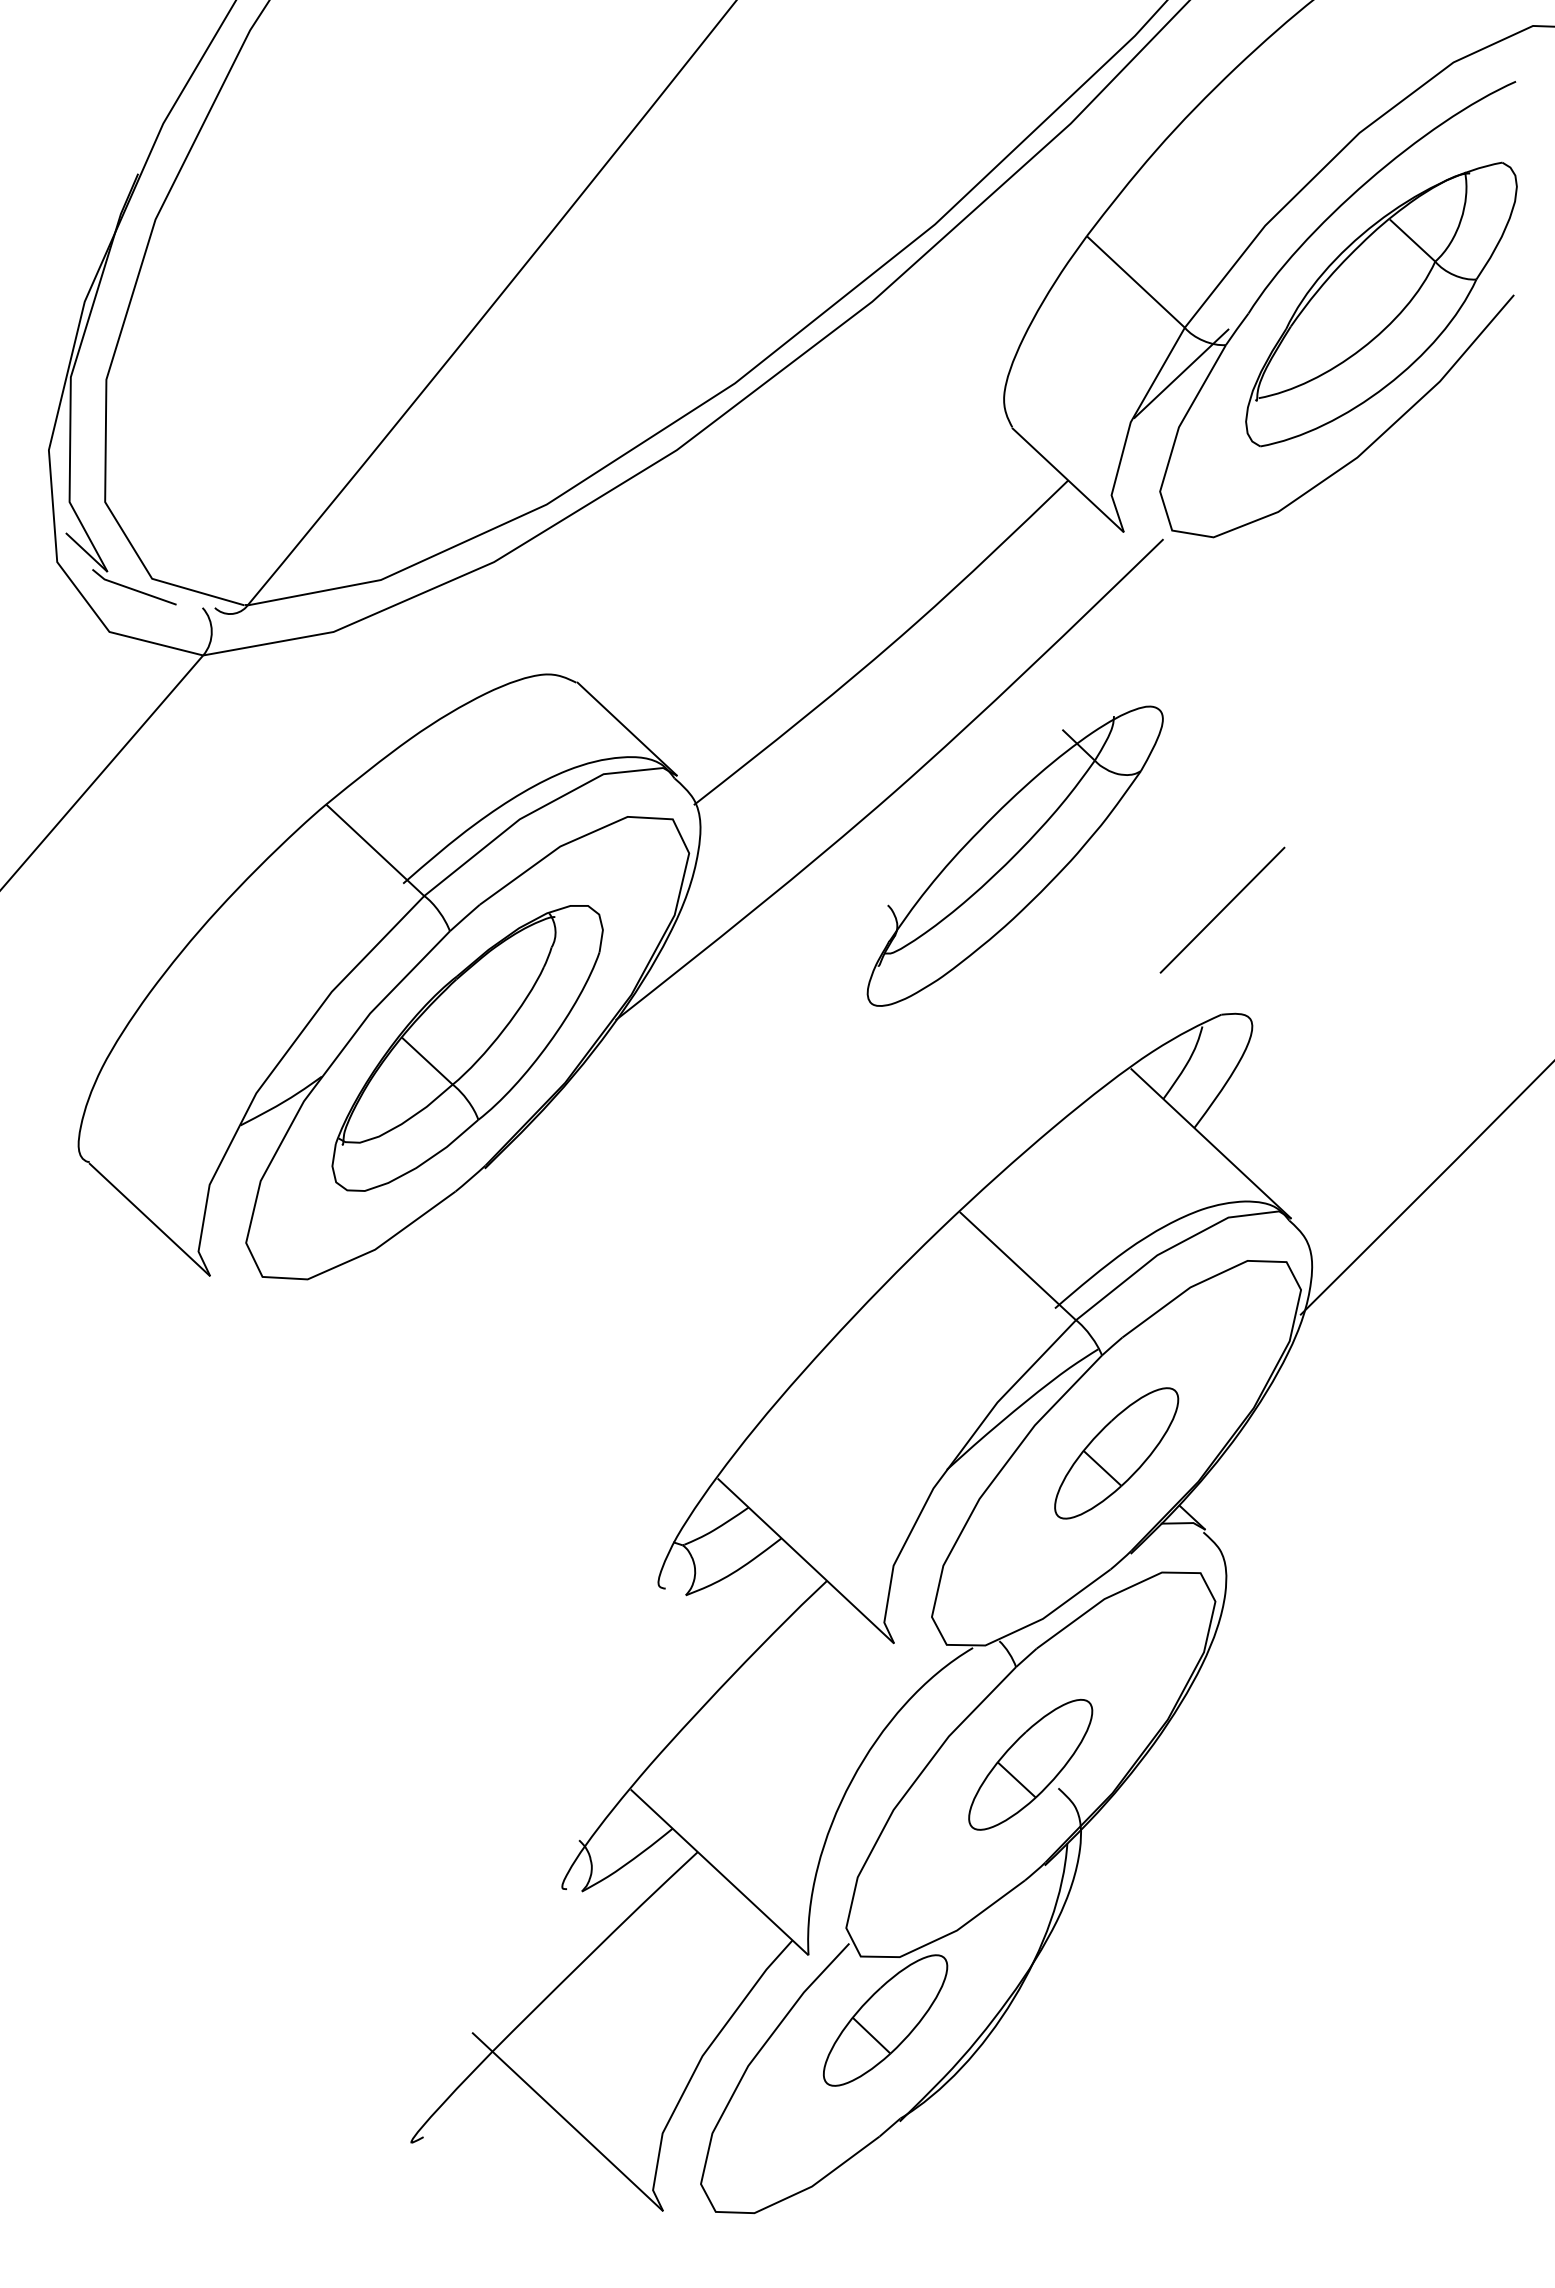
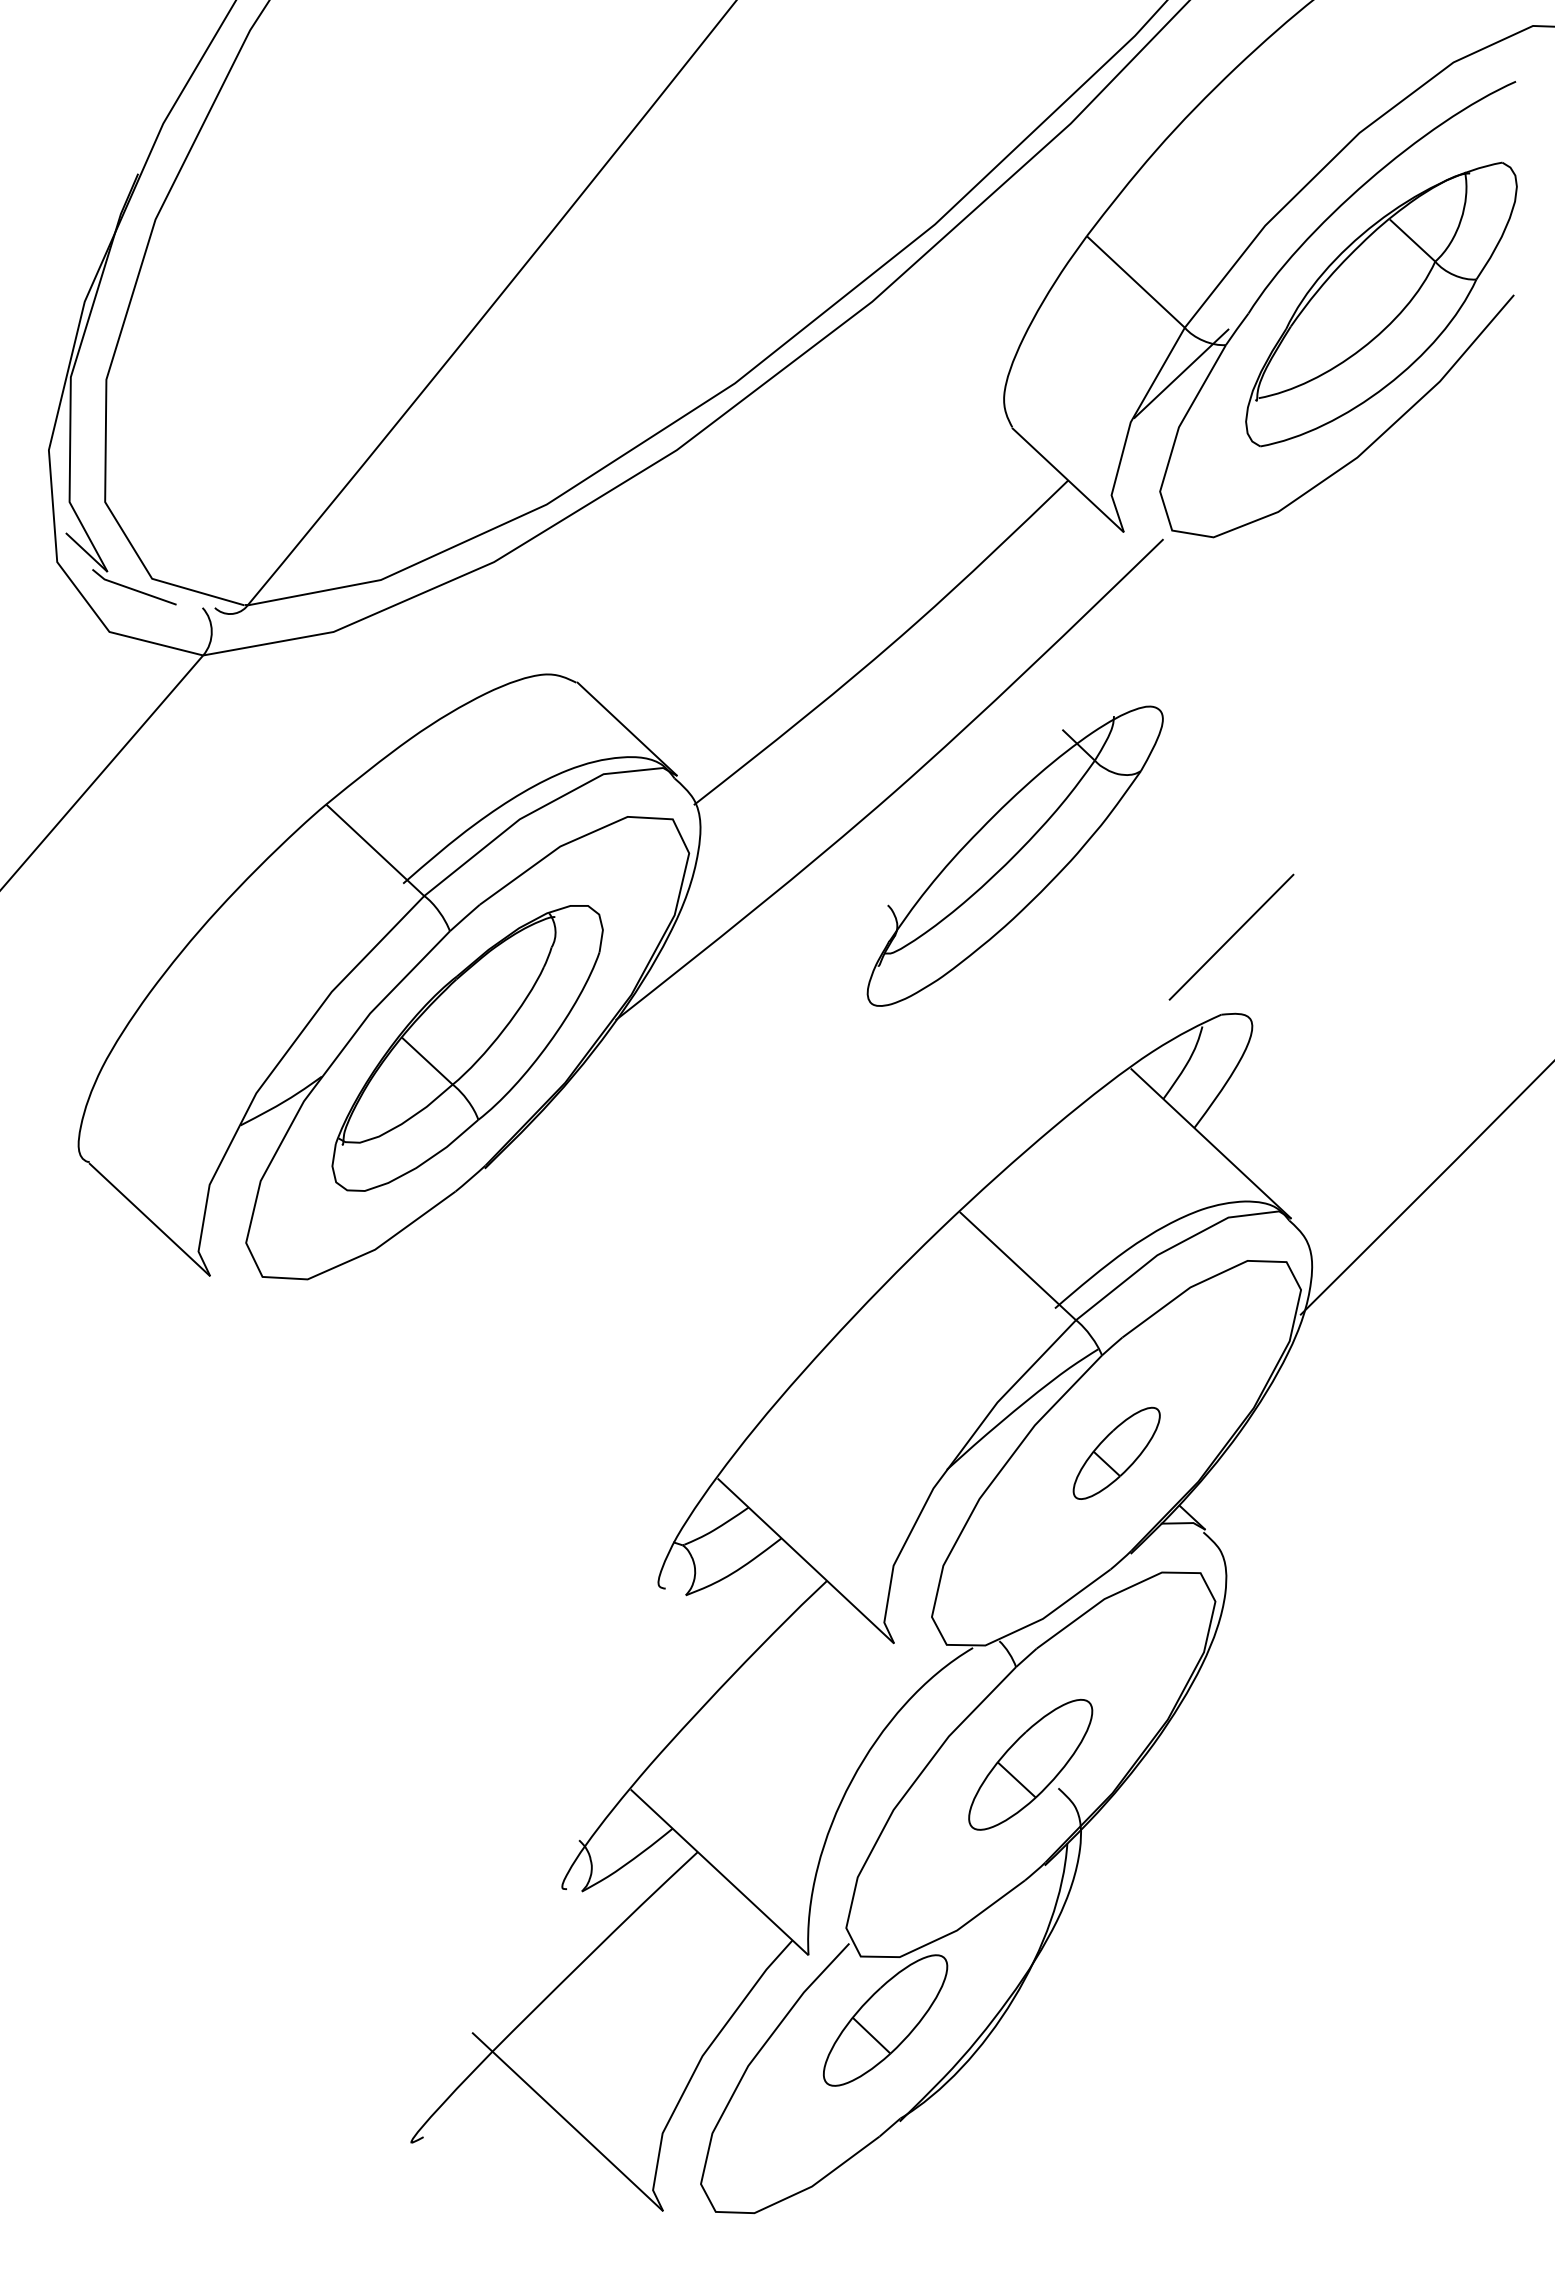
line at (1222, 909) position: (1222, 909) -> (1231, 936)
part at (1116, 1453) size: 126x133 px -> 89x94 px
